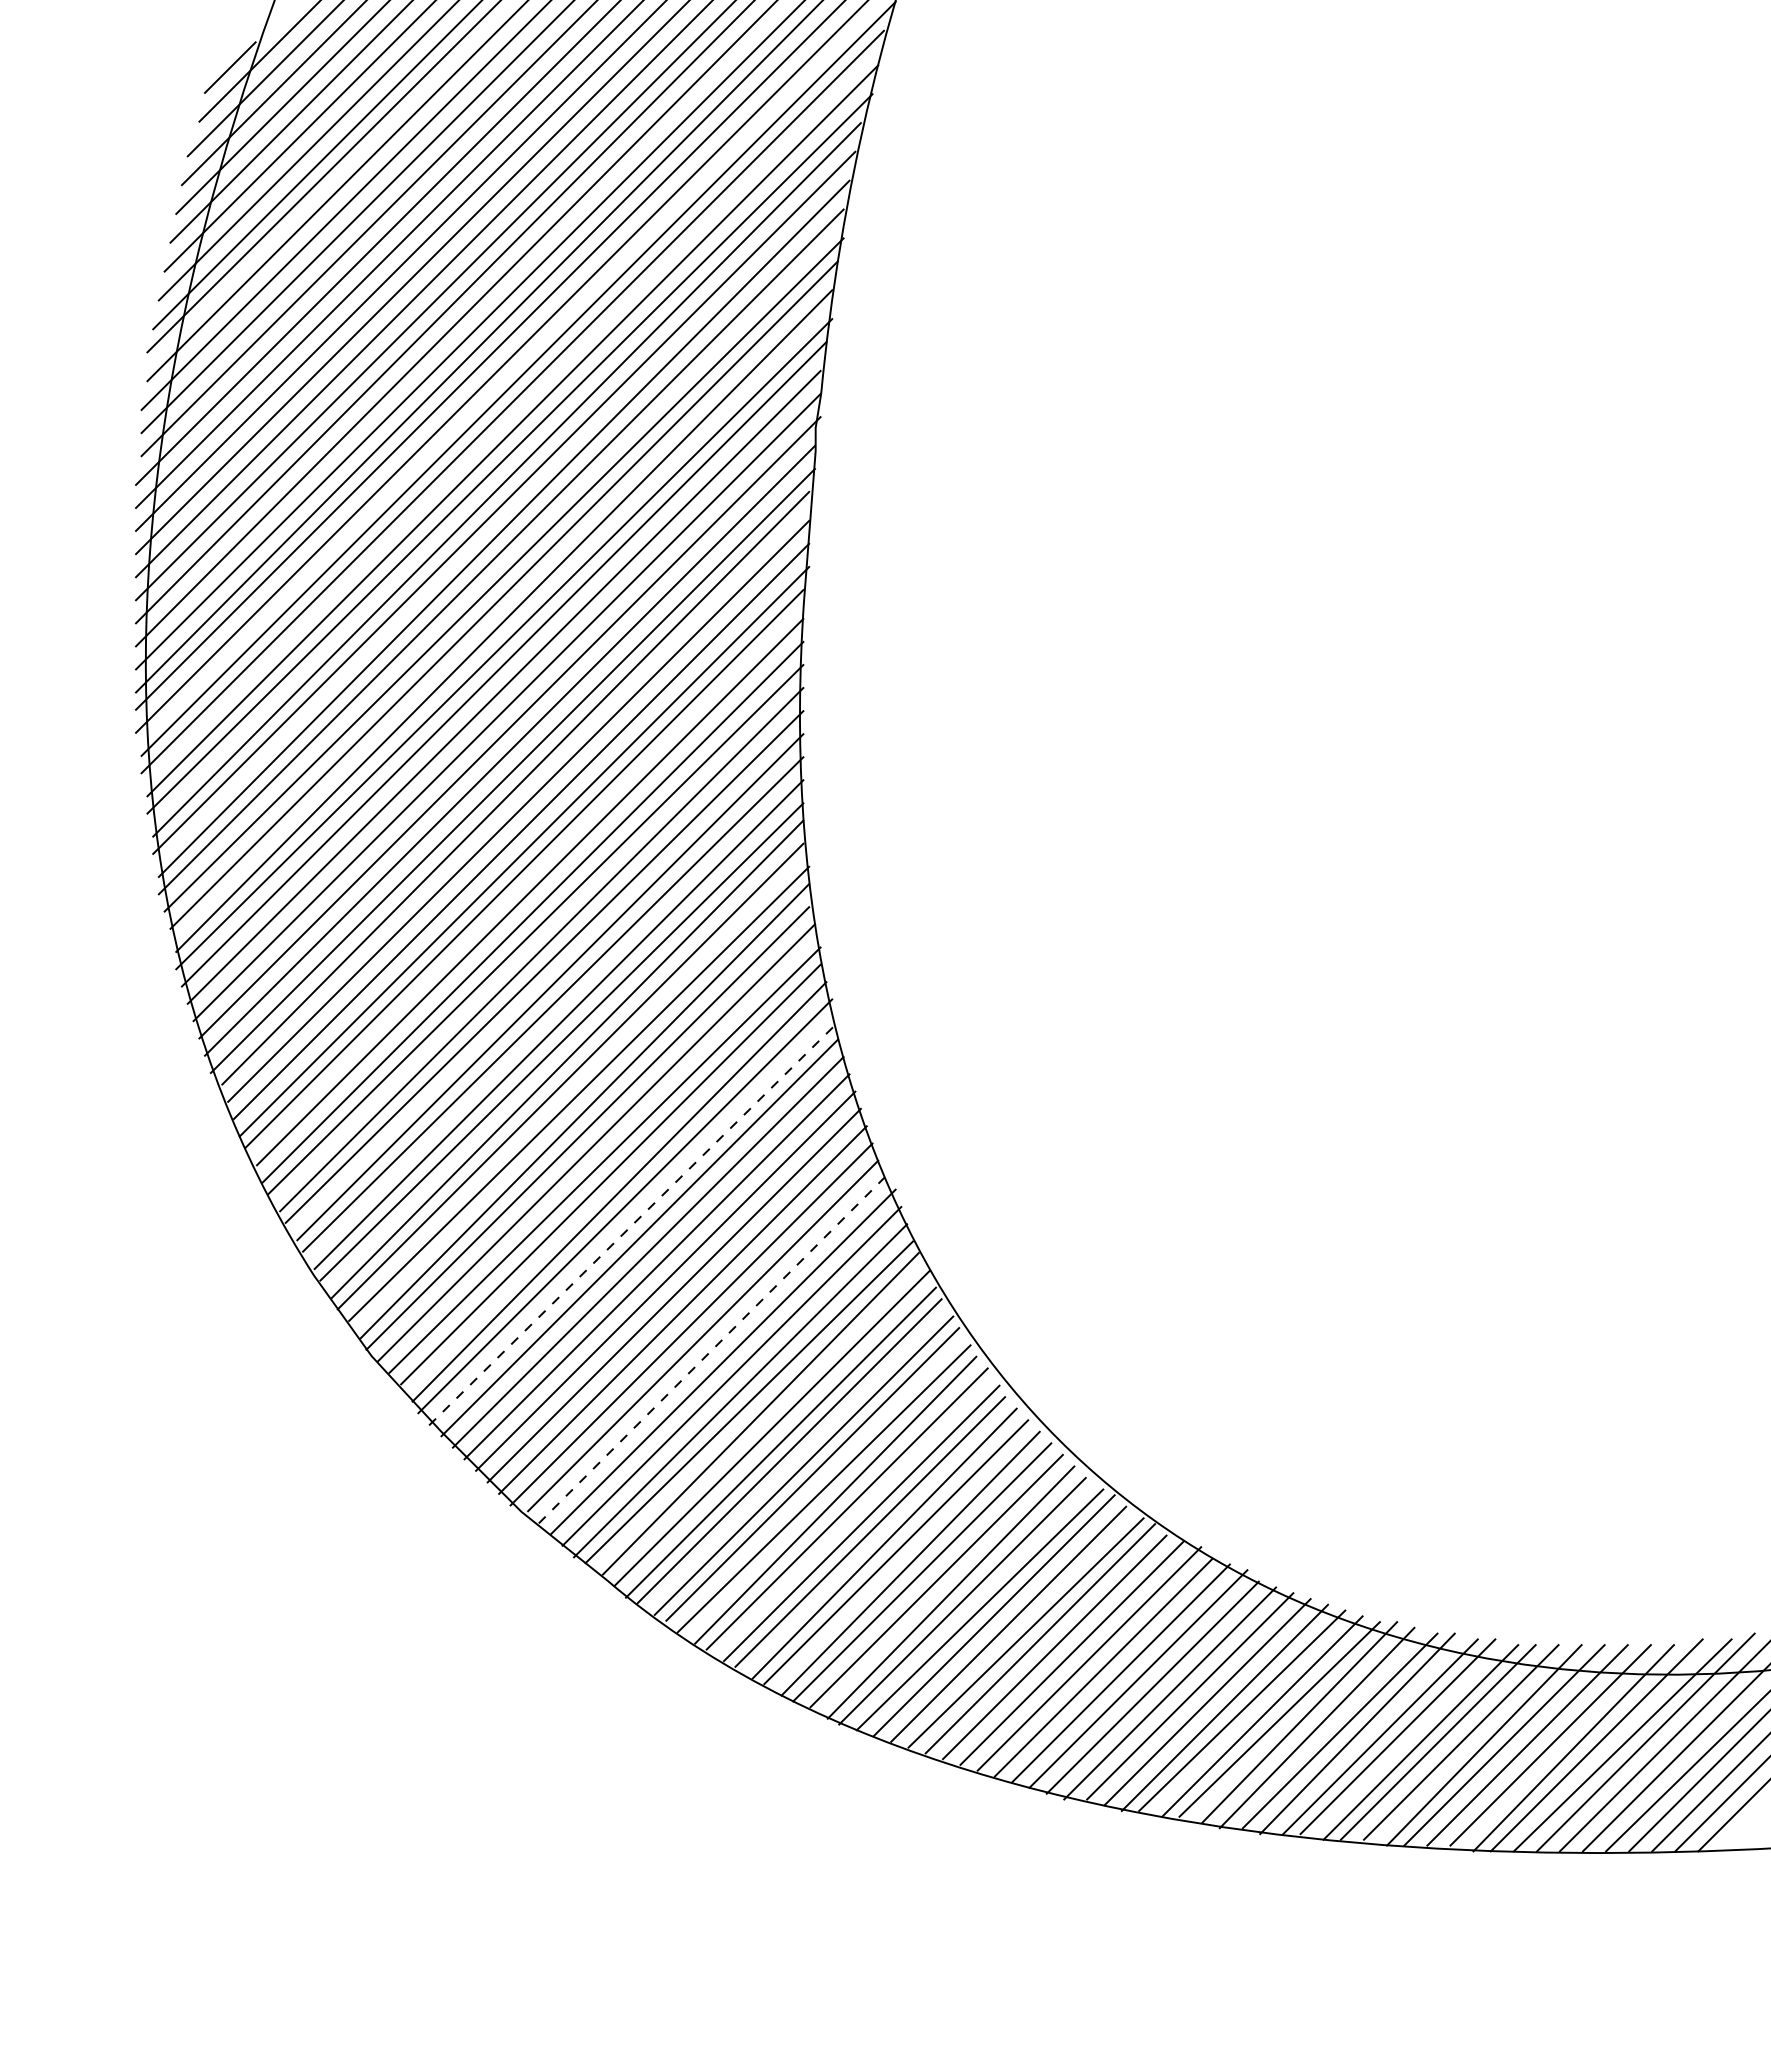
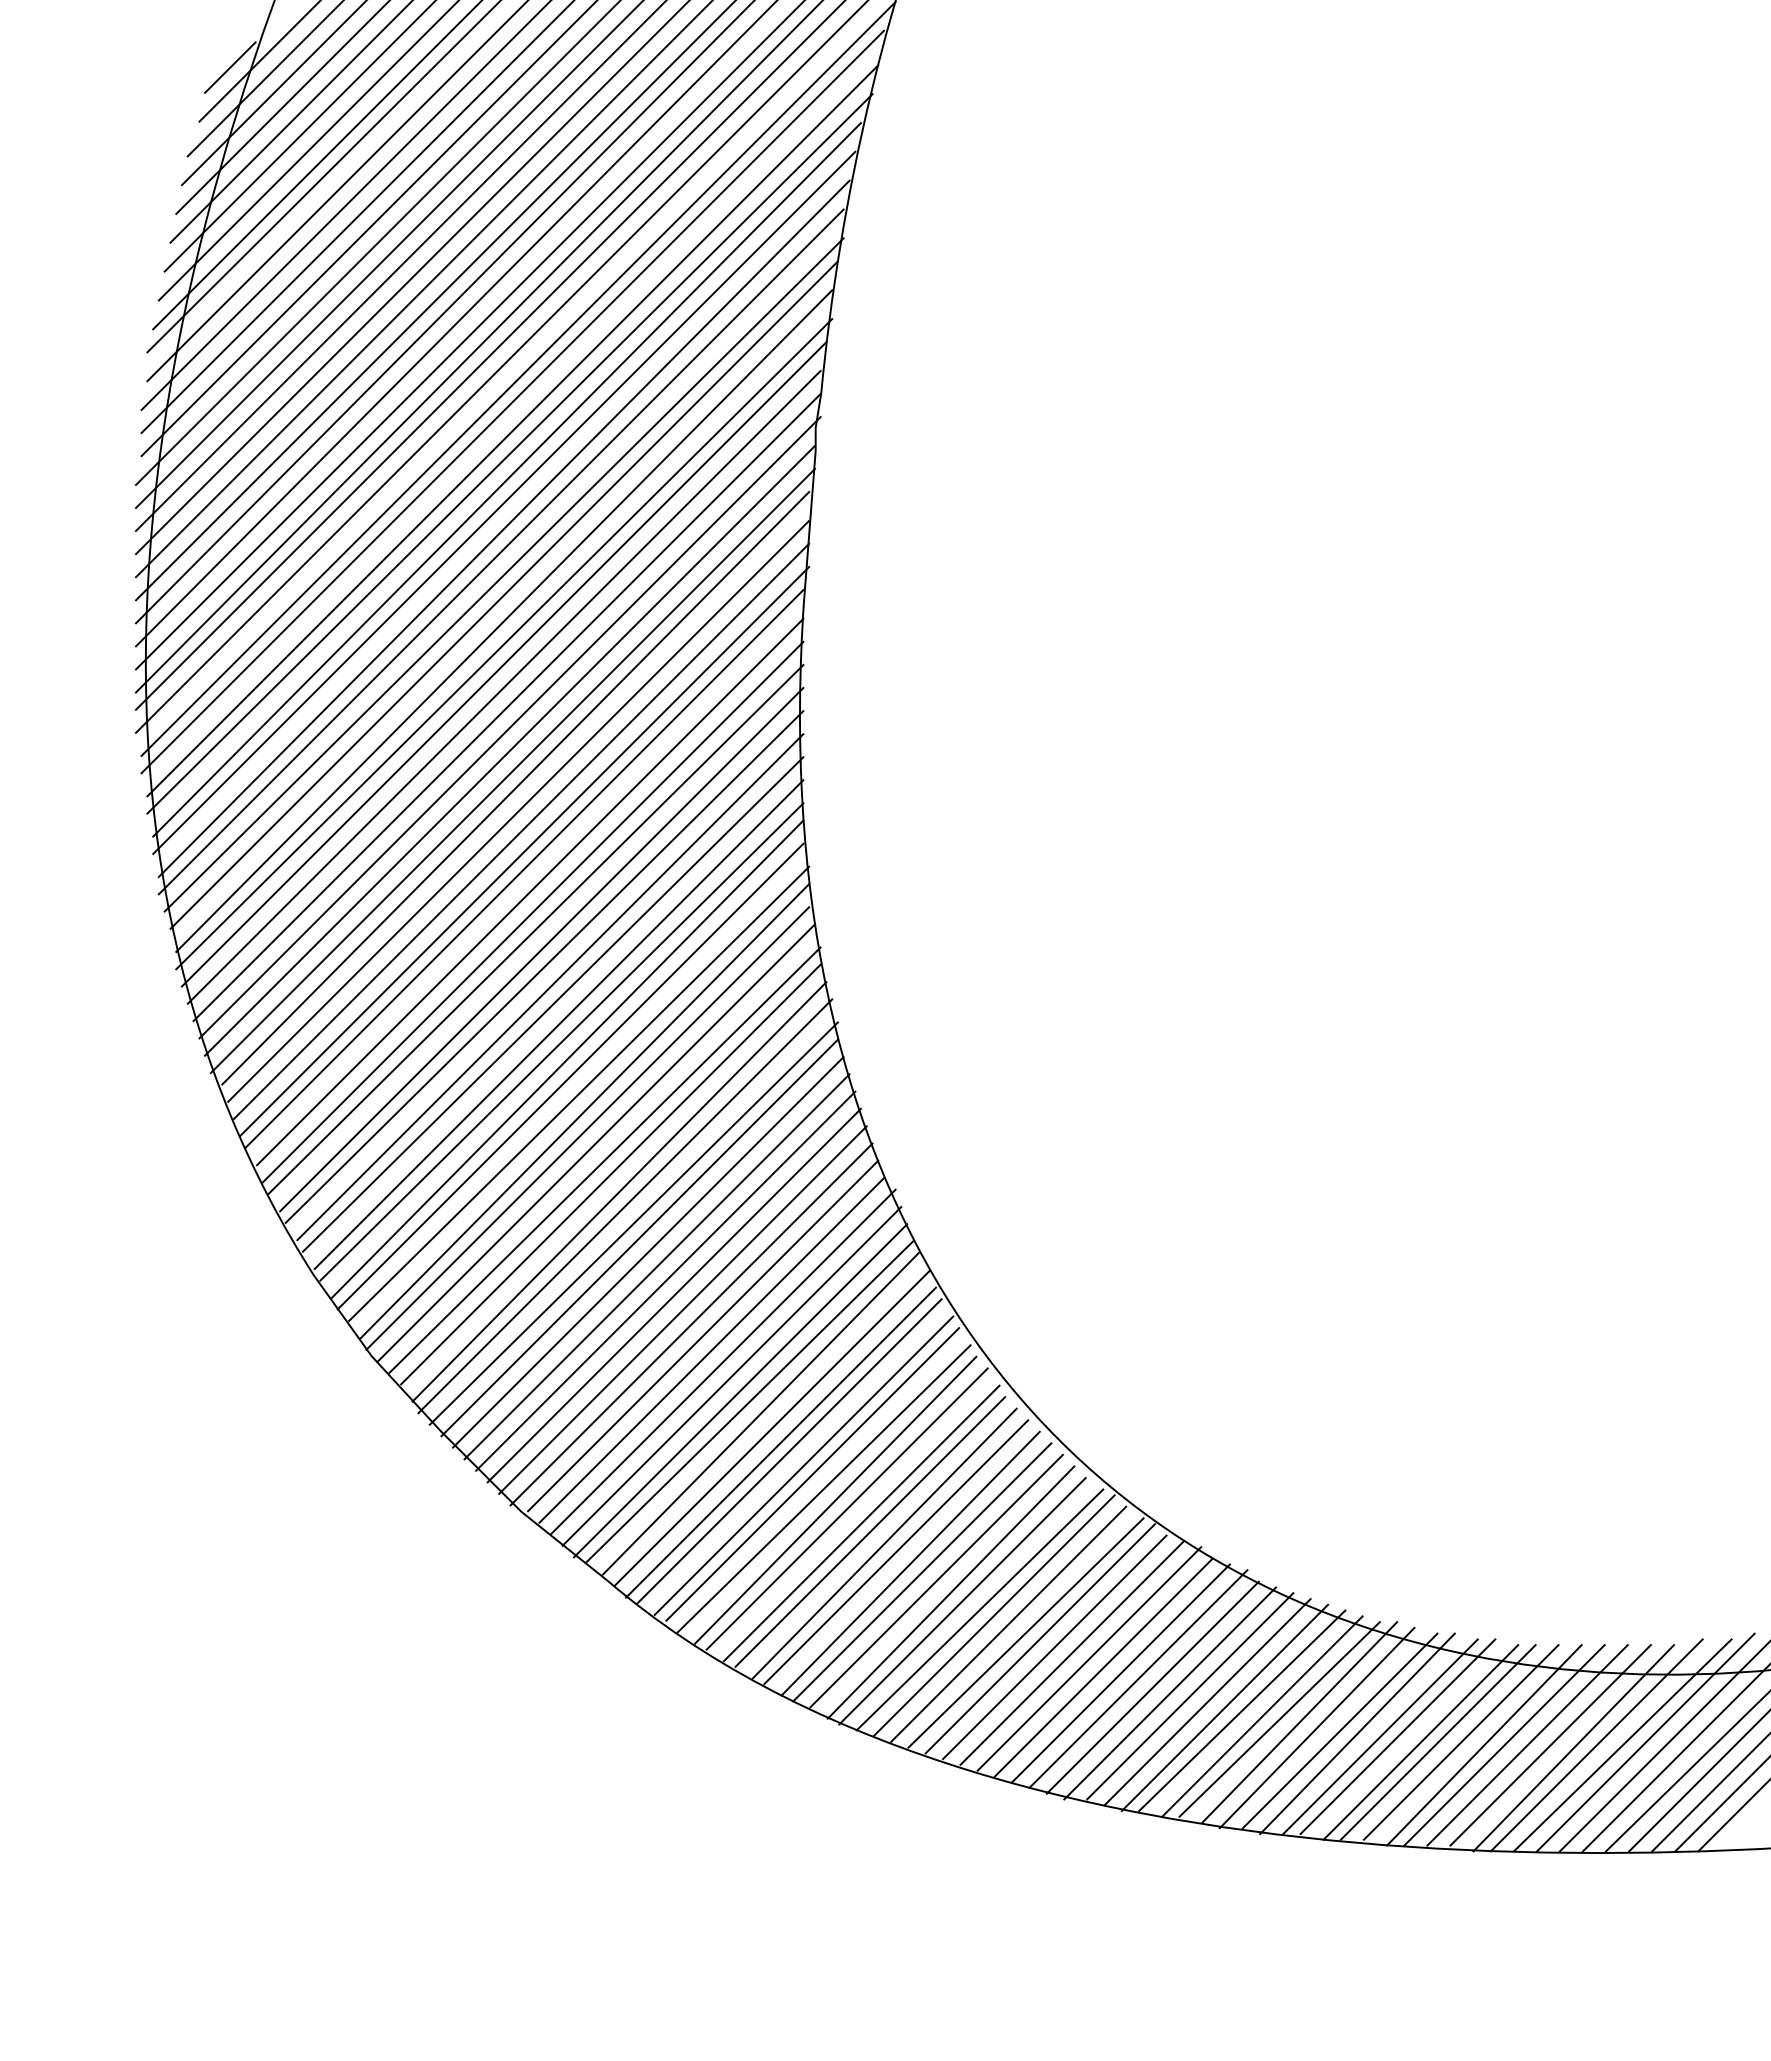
line at (634, 1223): dashed -> solid
line at (711, 1350): dashed -> solid
